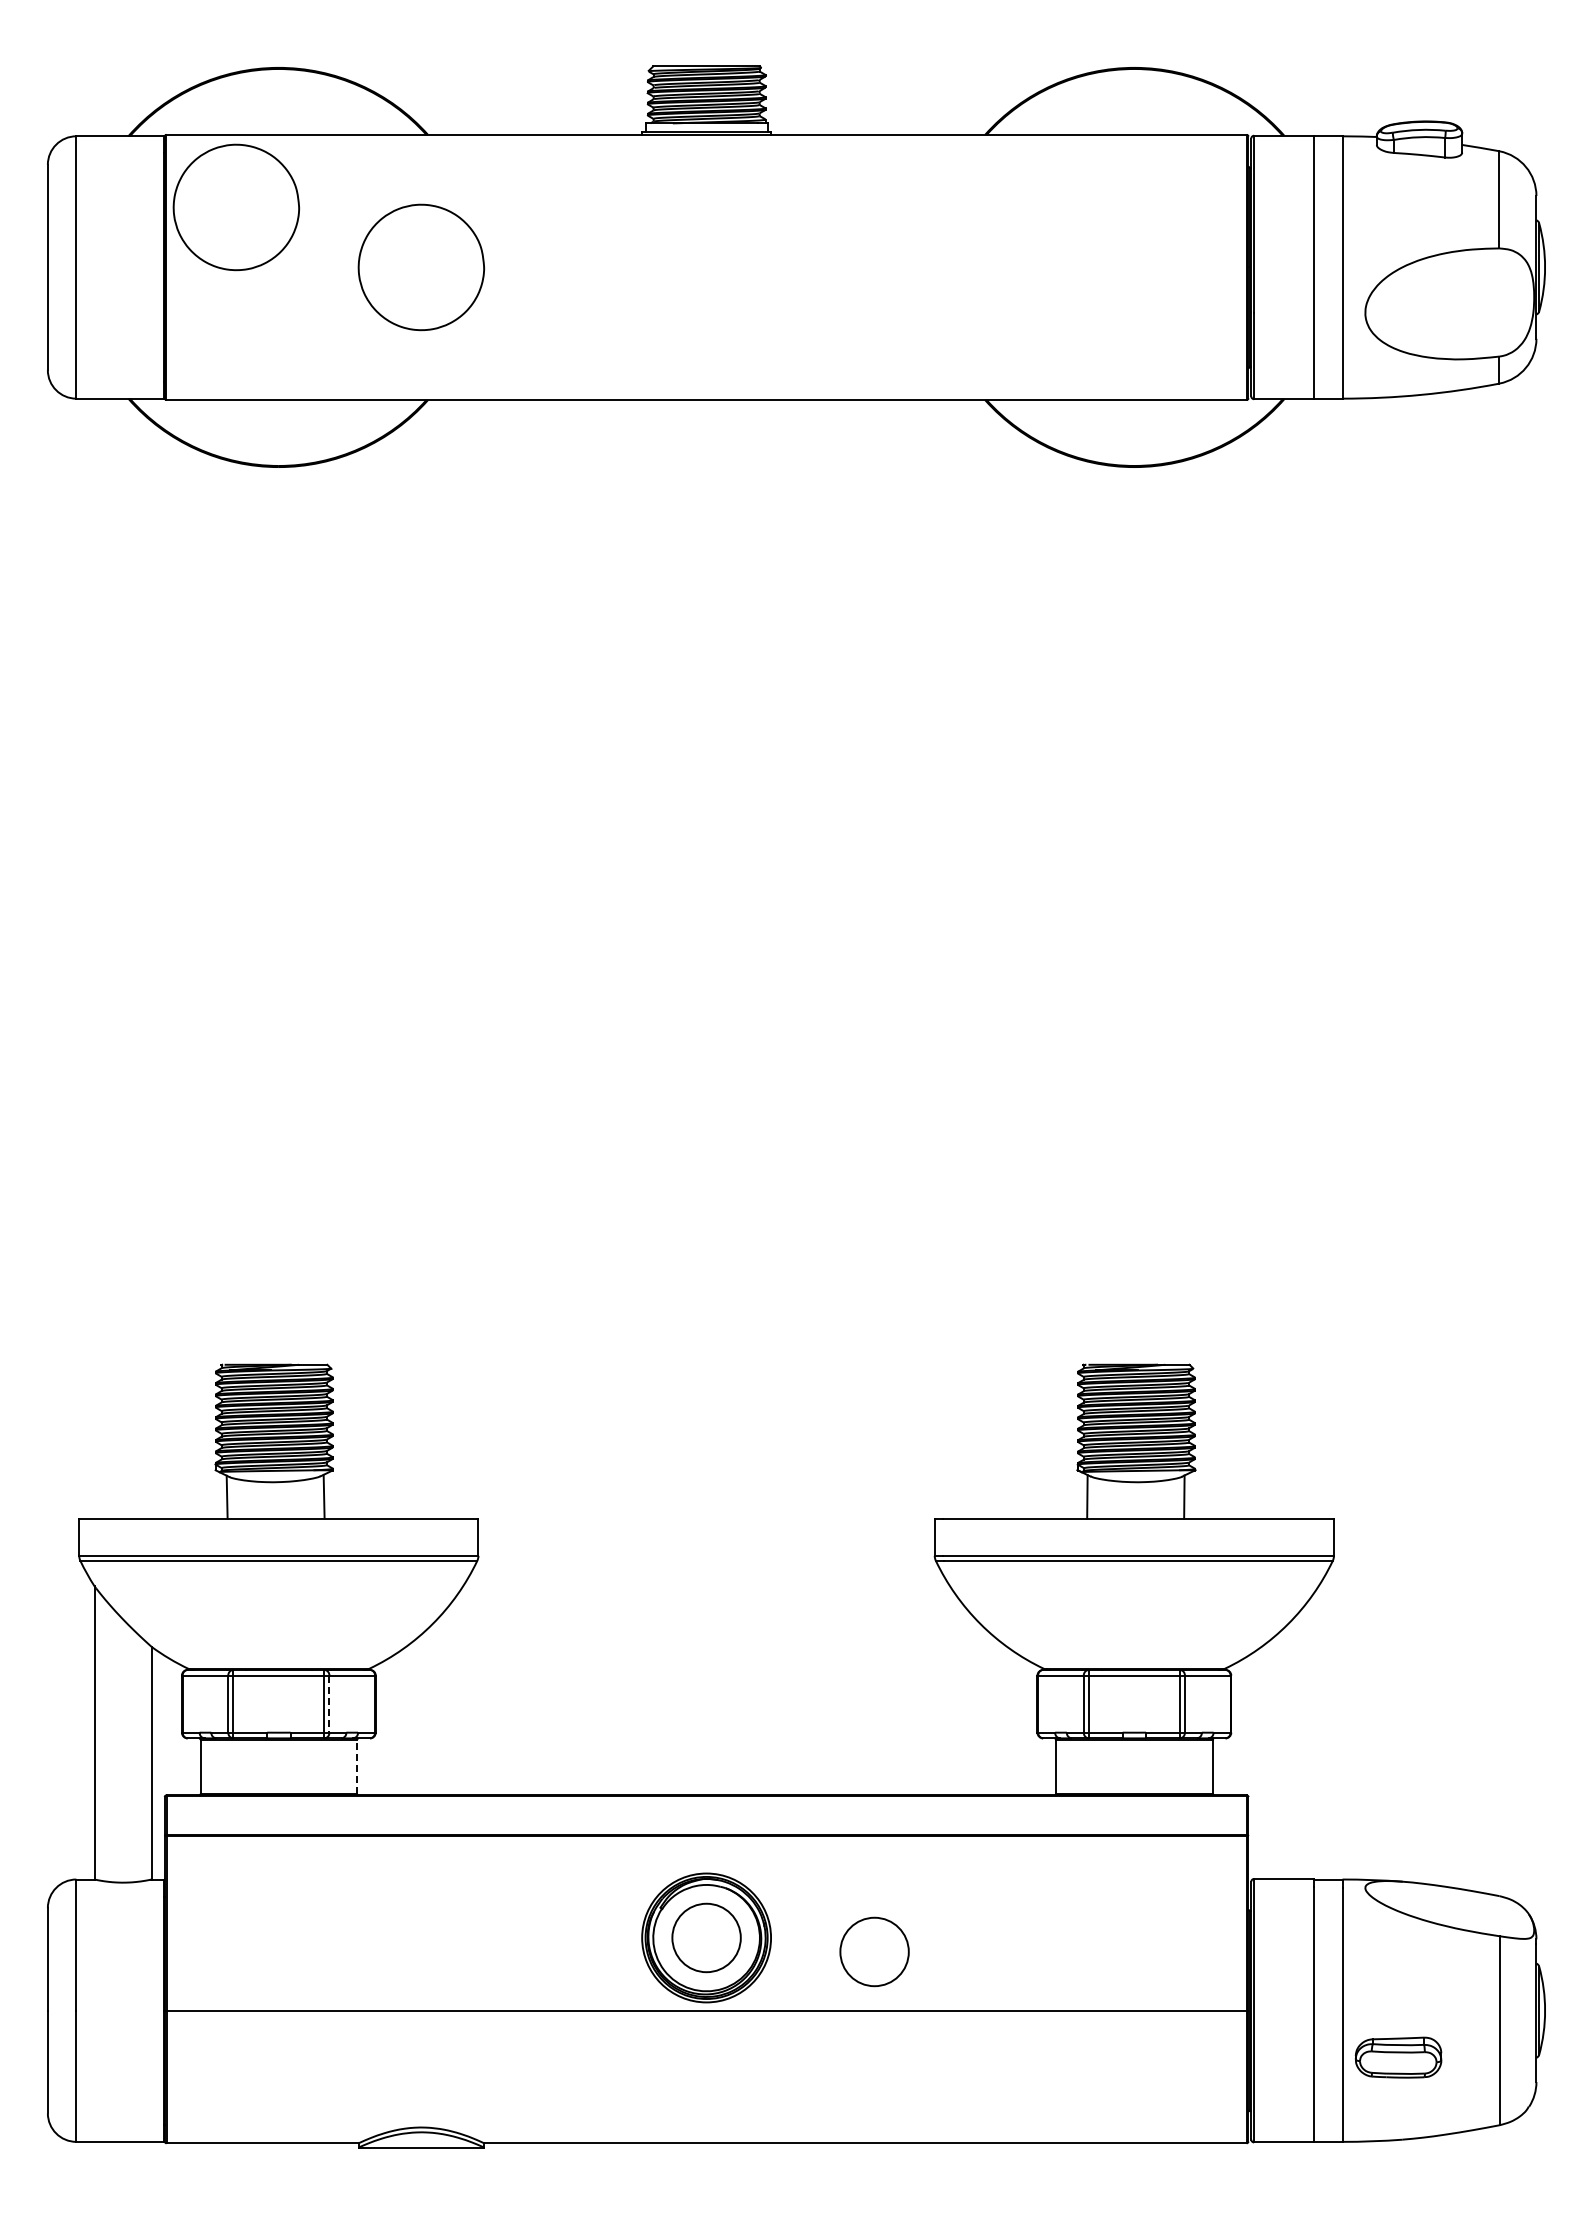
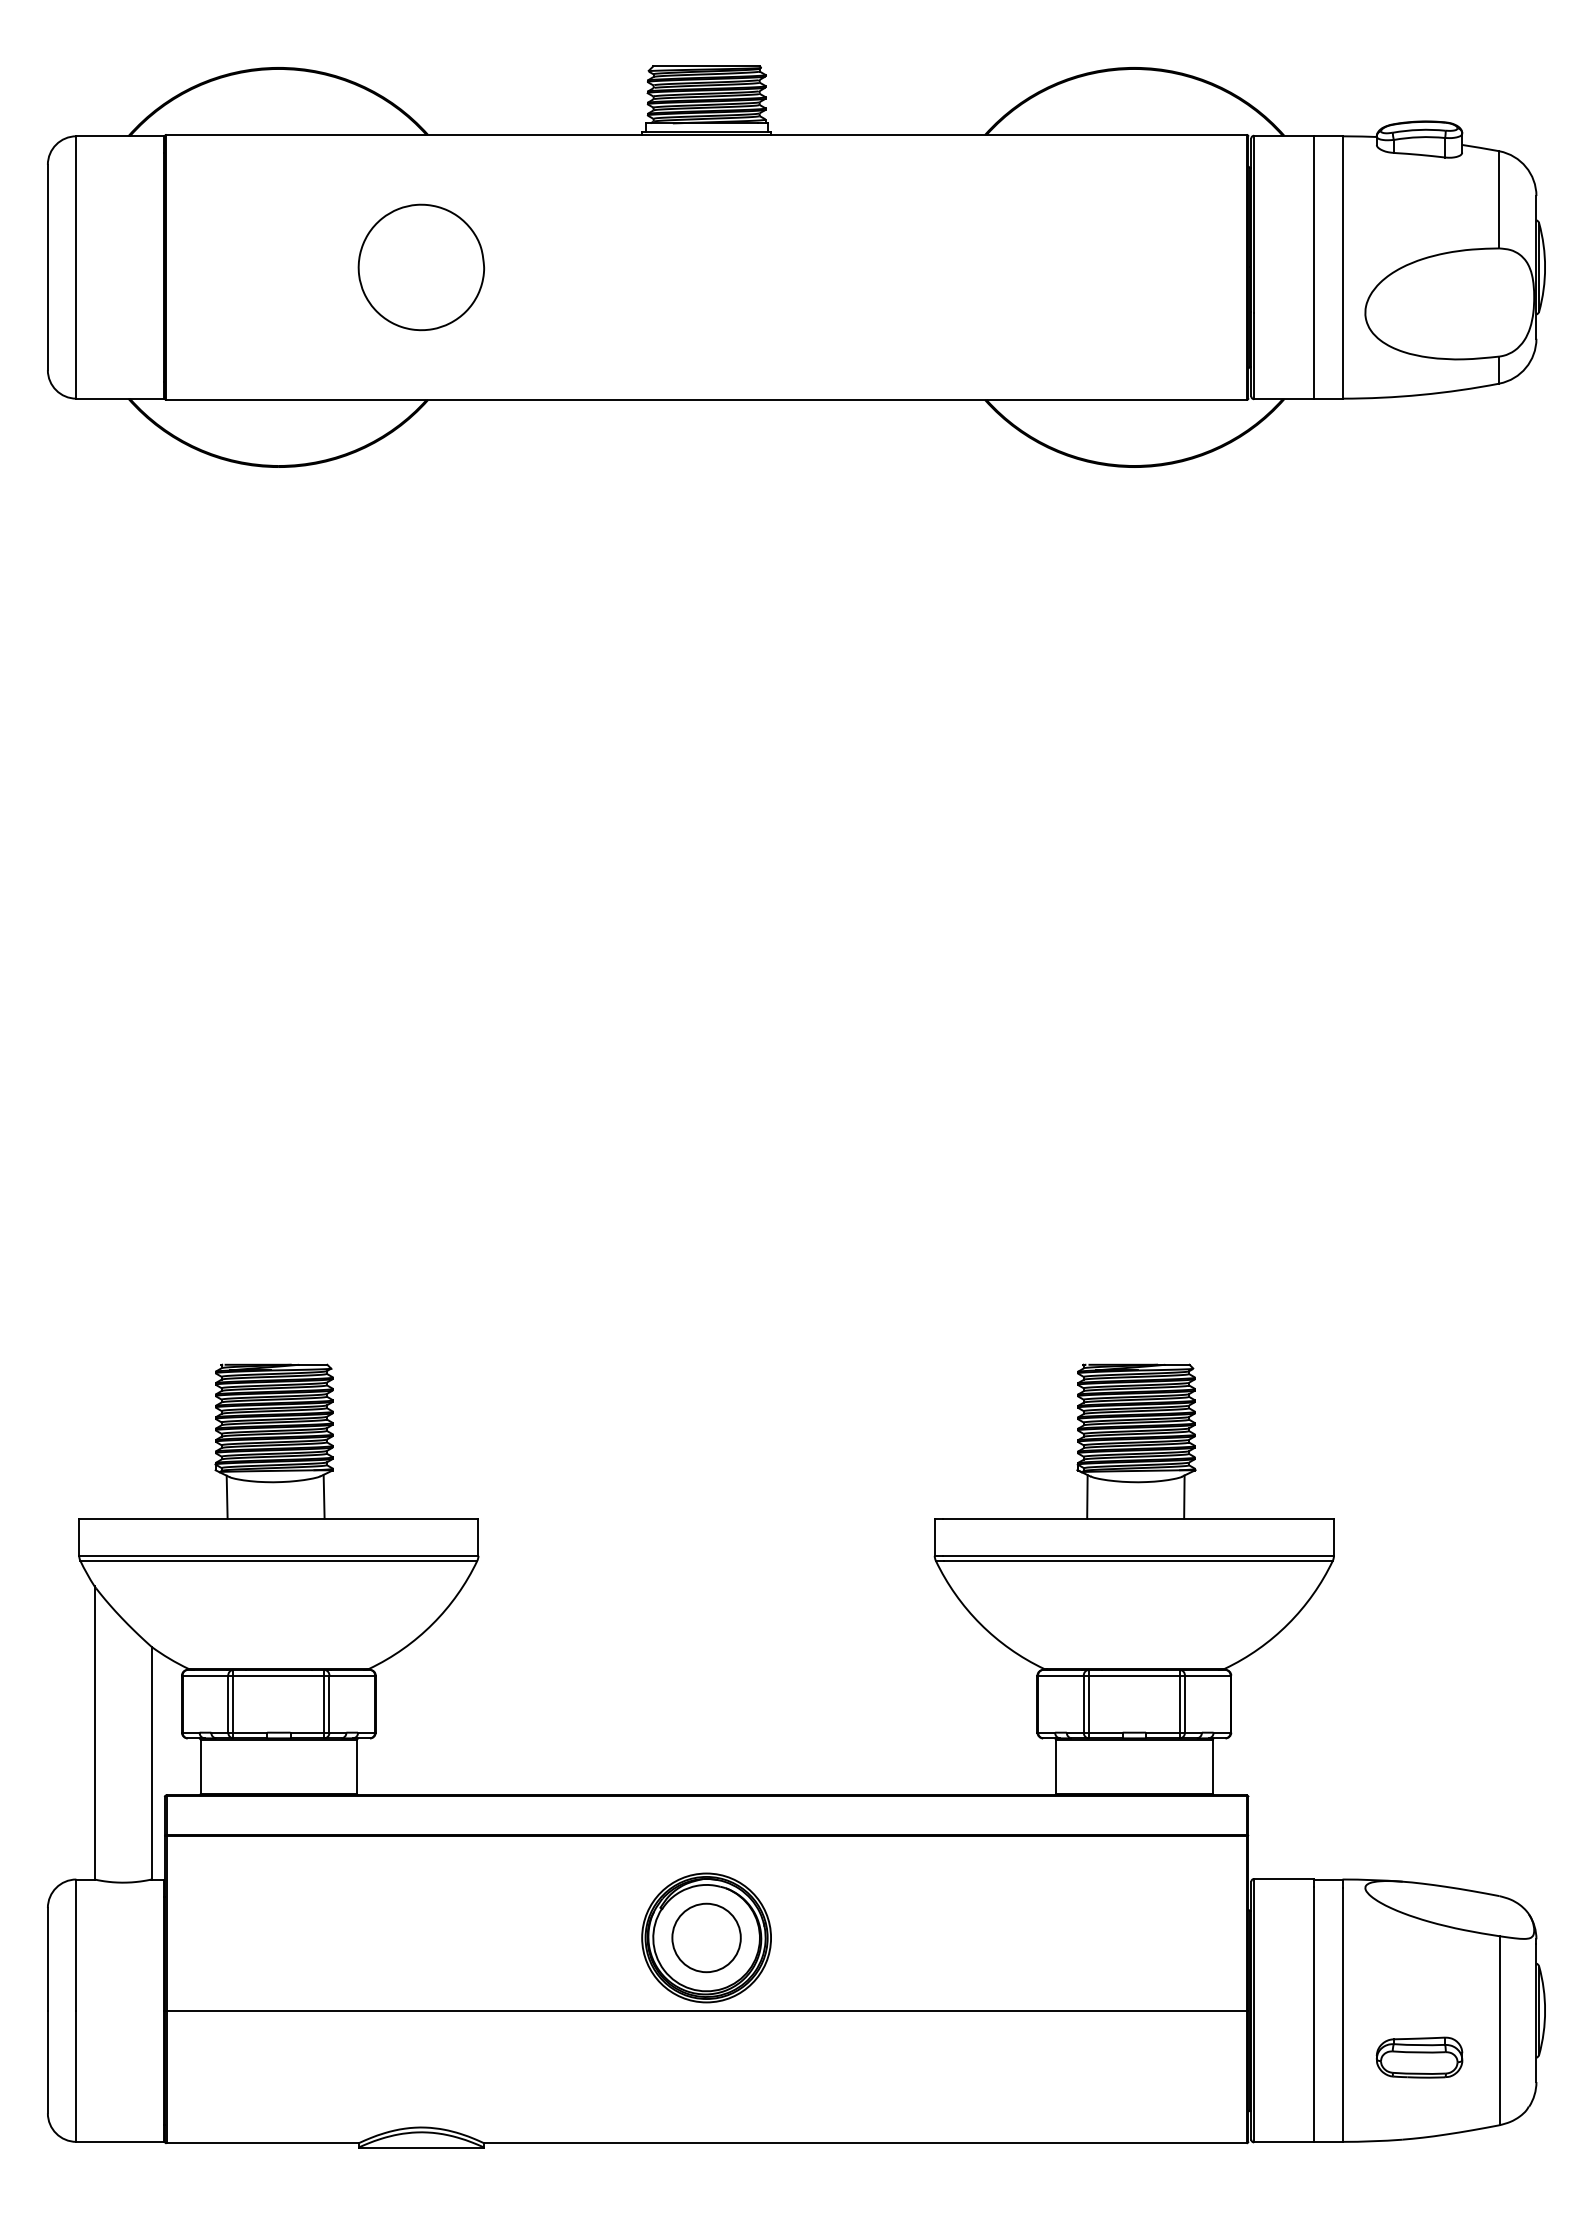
part at (235, 207): present -> none
line at (329, 1704): dashed -> solid
line at (356, 1766): dashed -> solid
circle at (874, 1951): present -> none
part at (1398, 2057) position: (1398, 2057) -> (1419, 2057)
